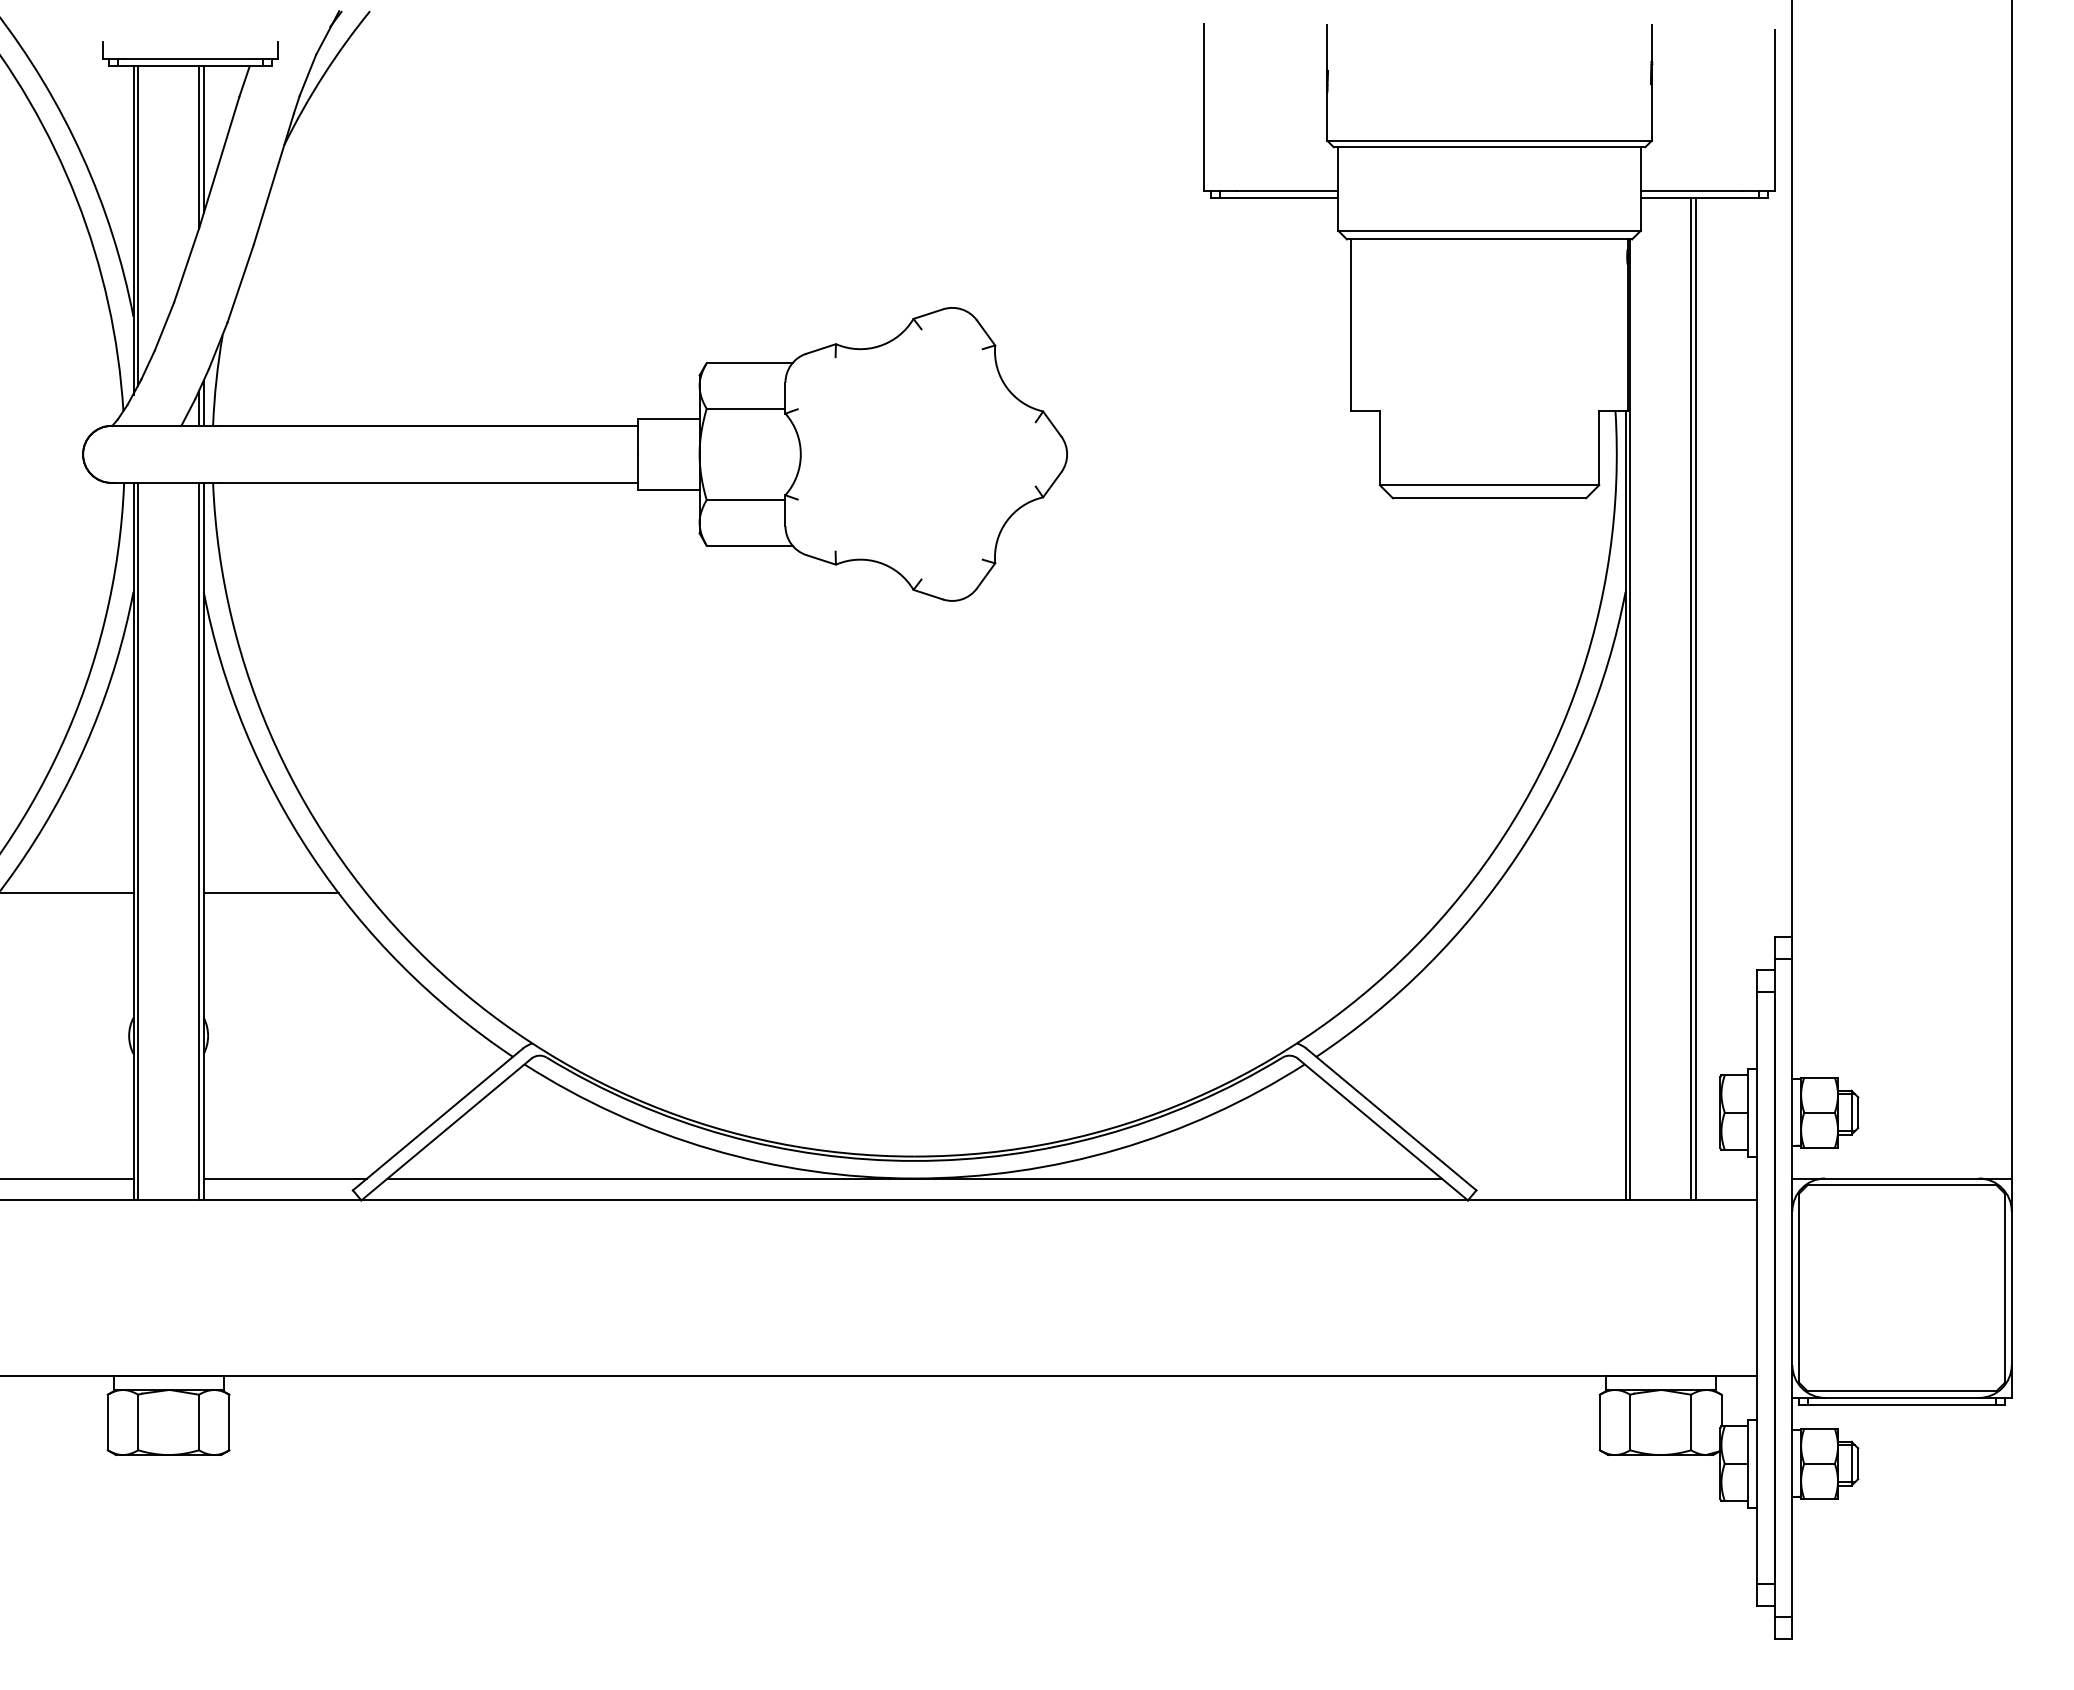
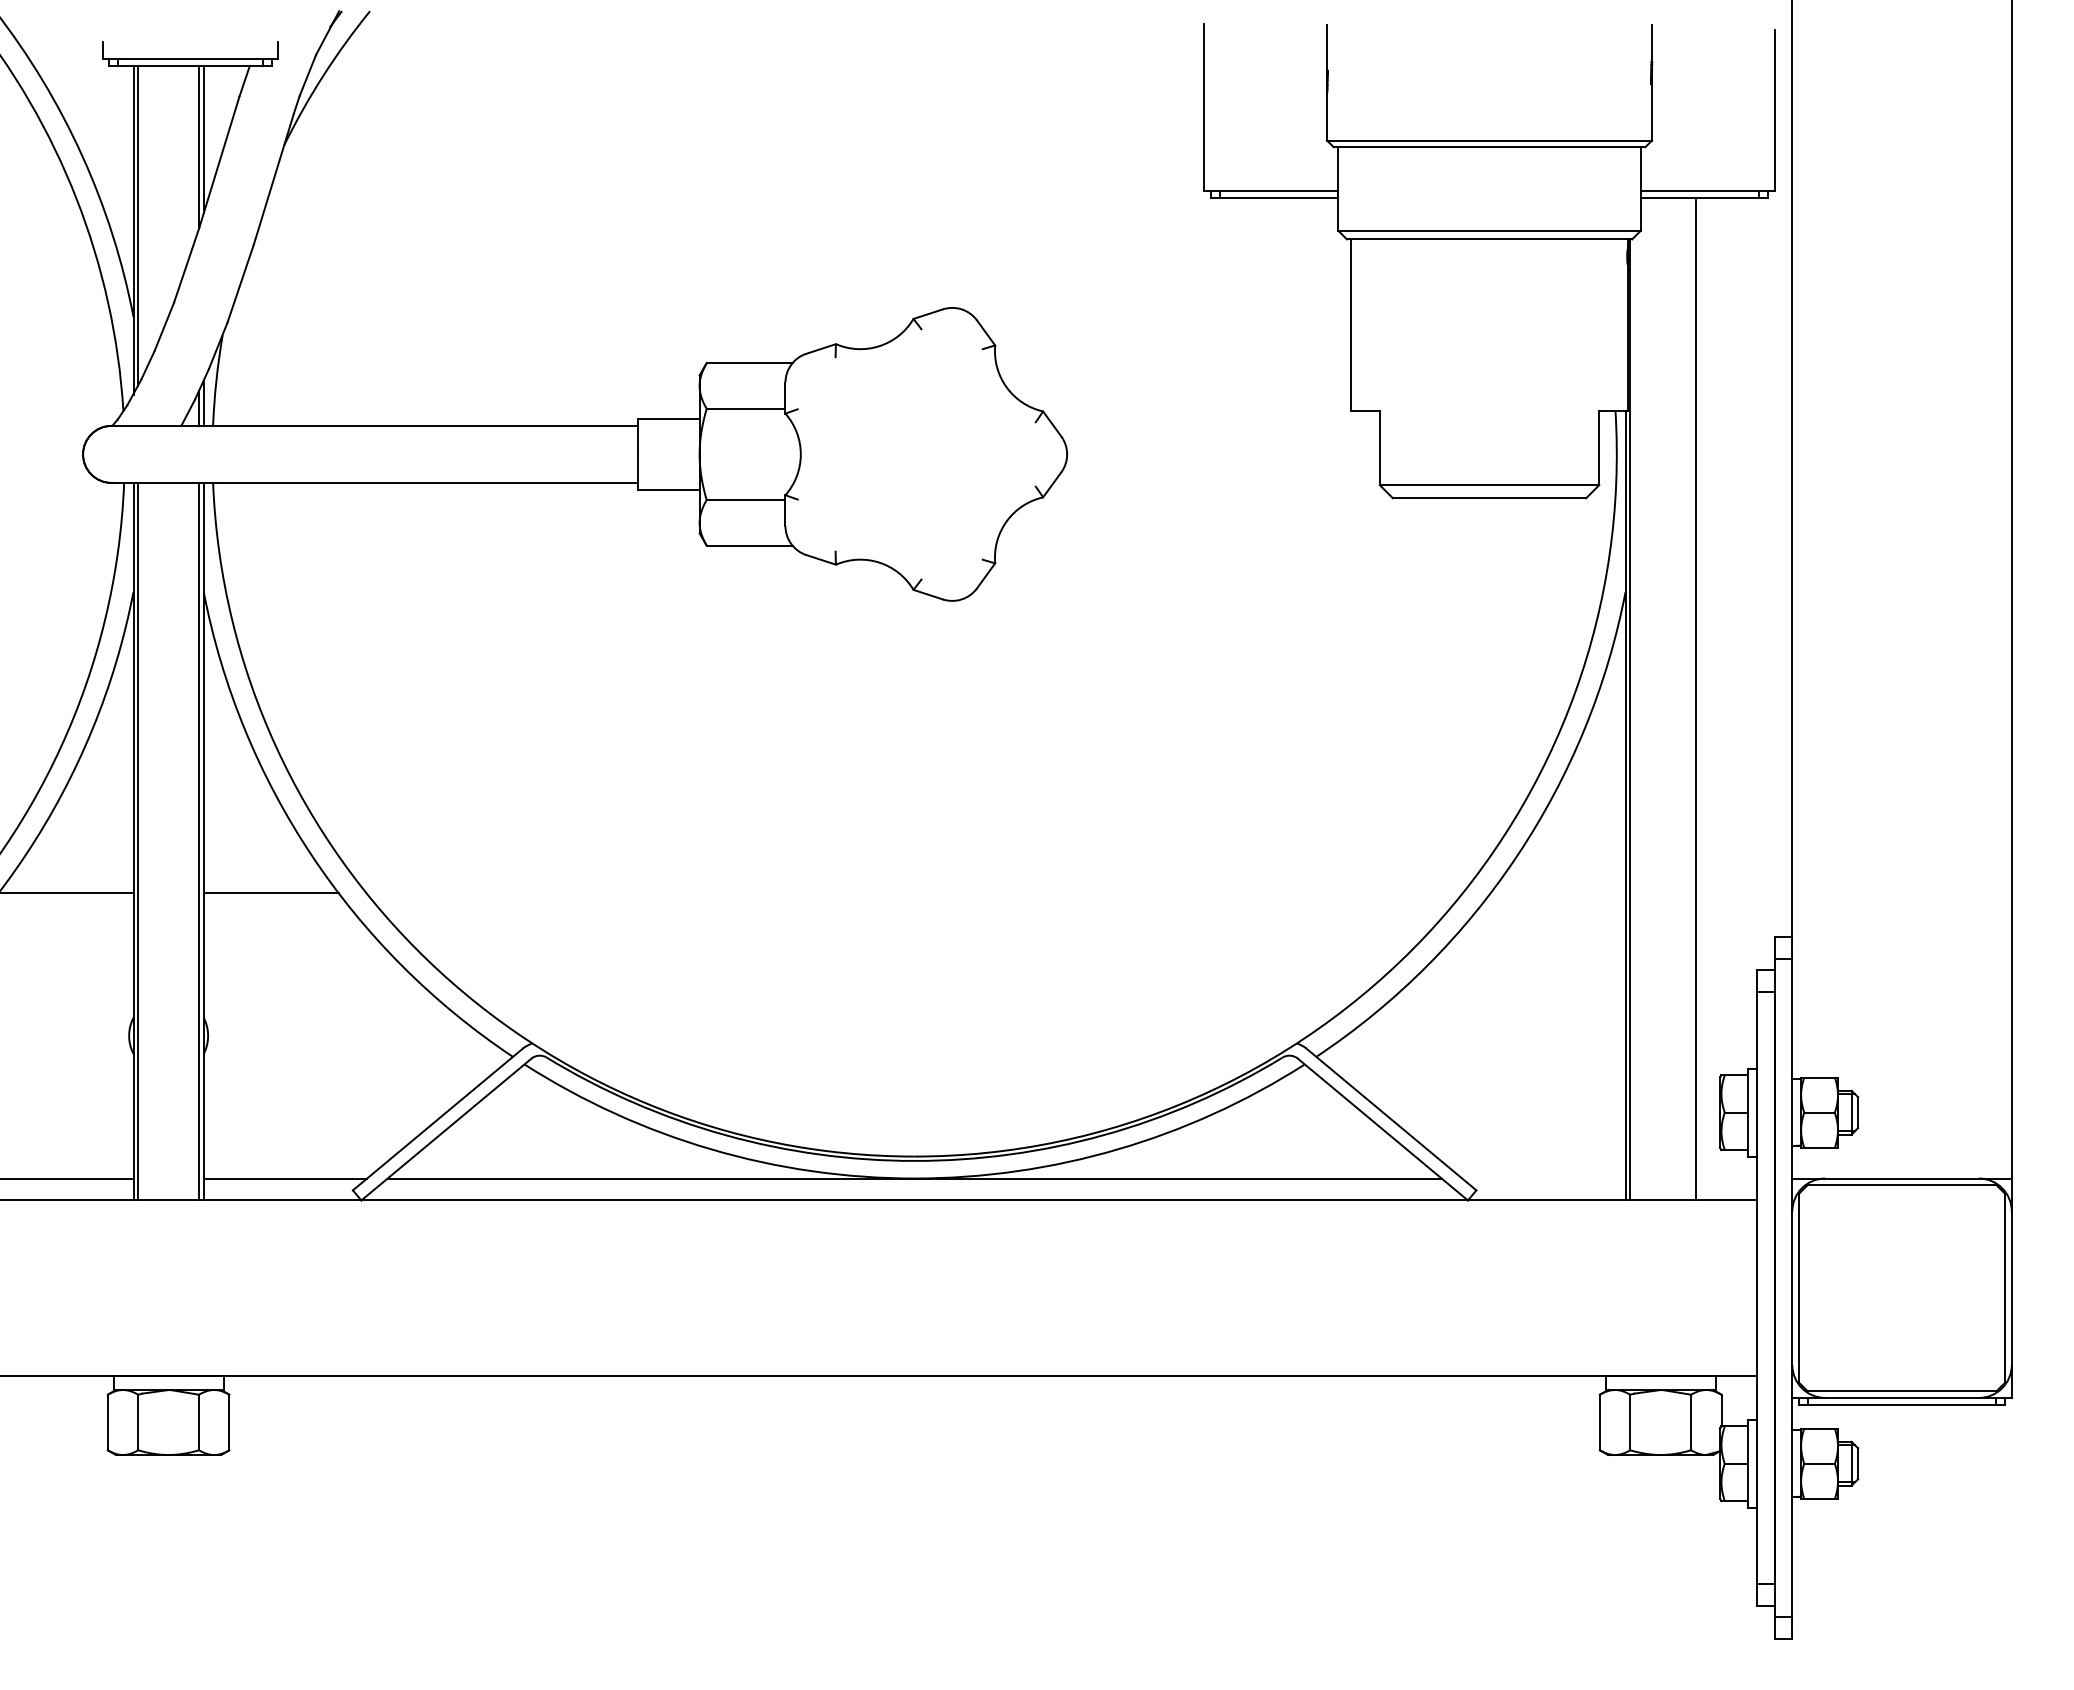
line at (1691, 698): present -> none
